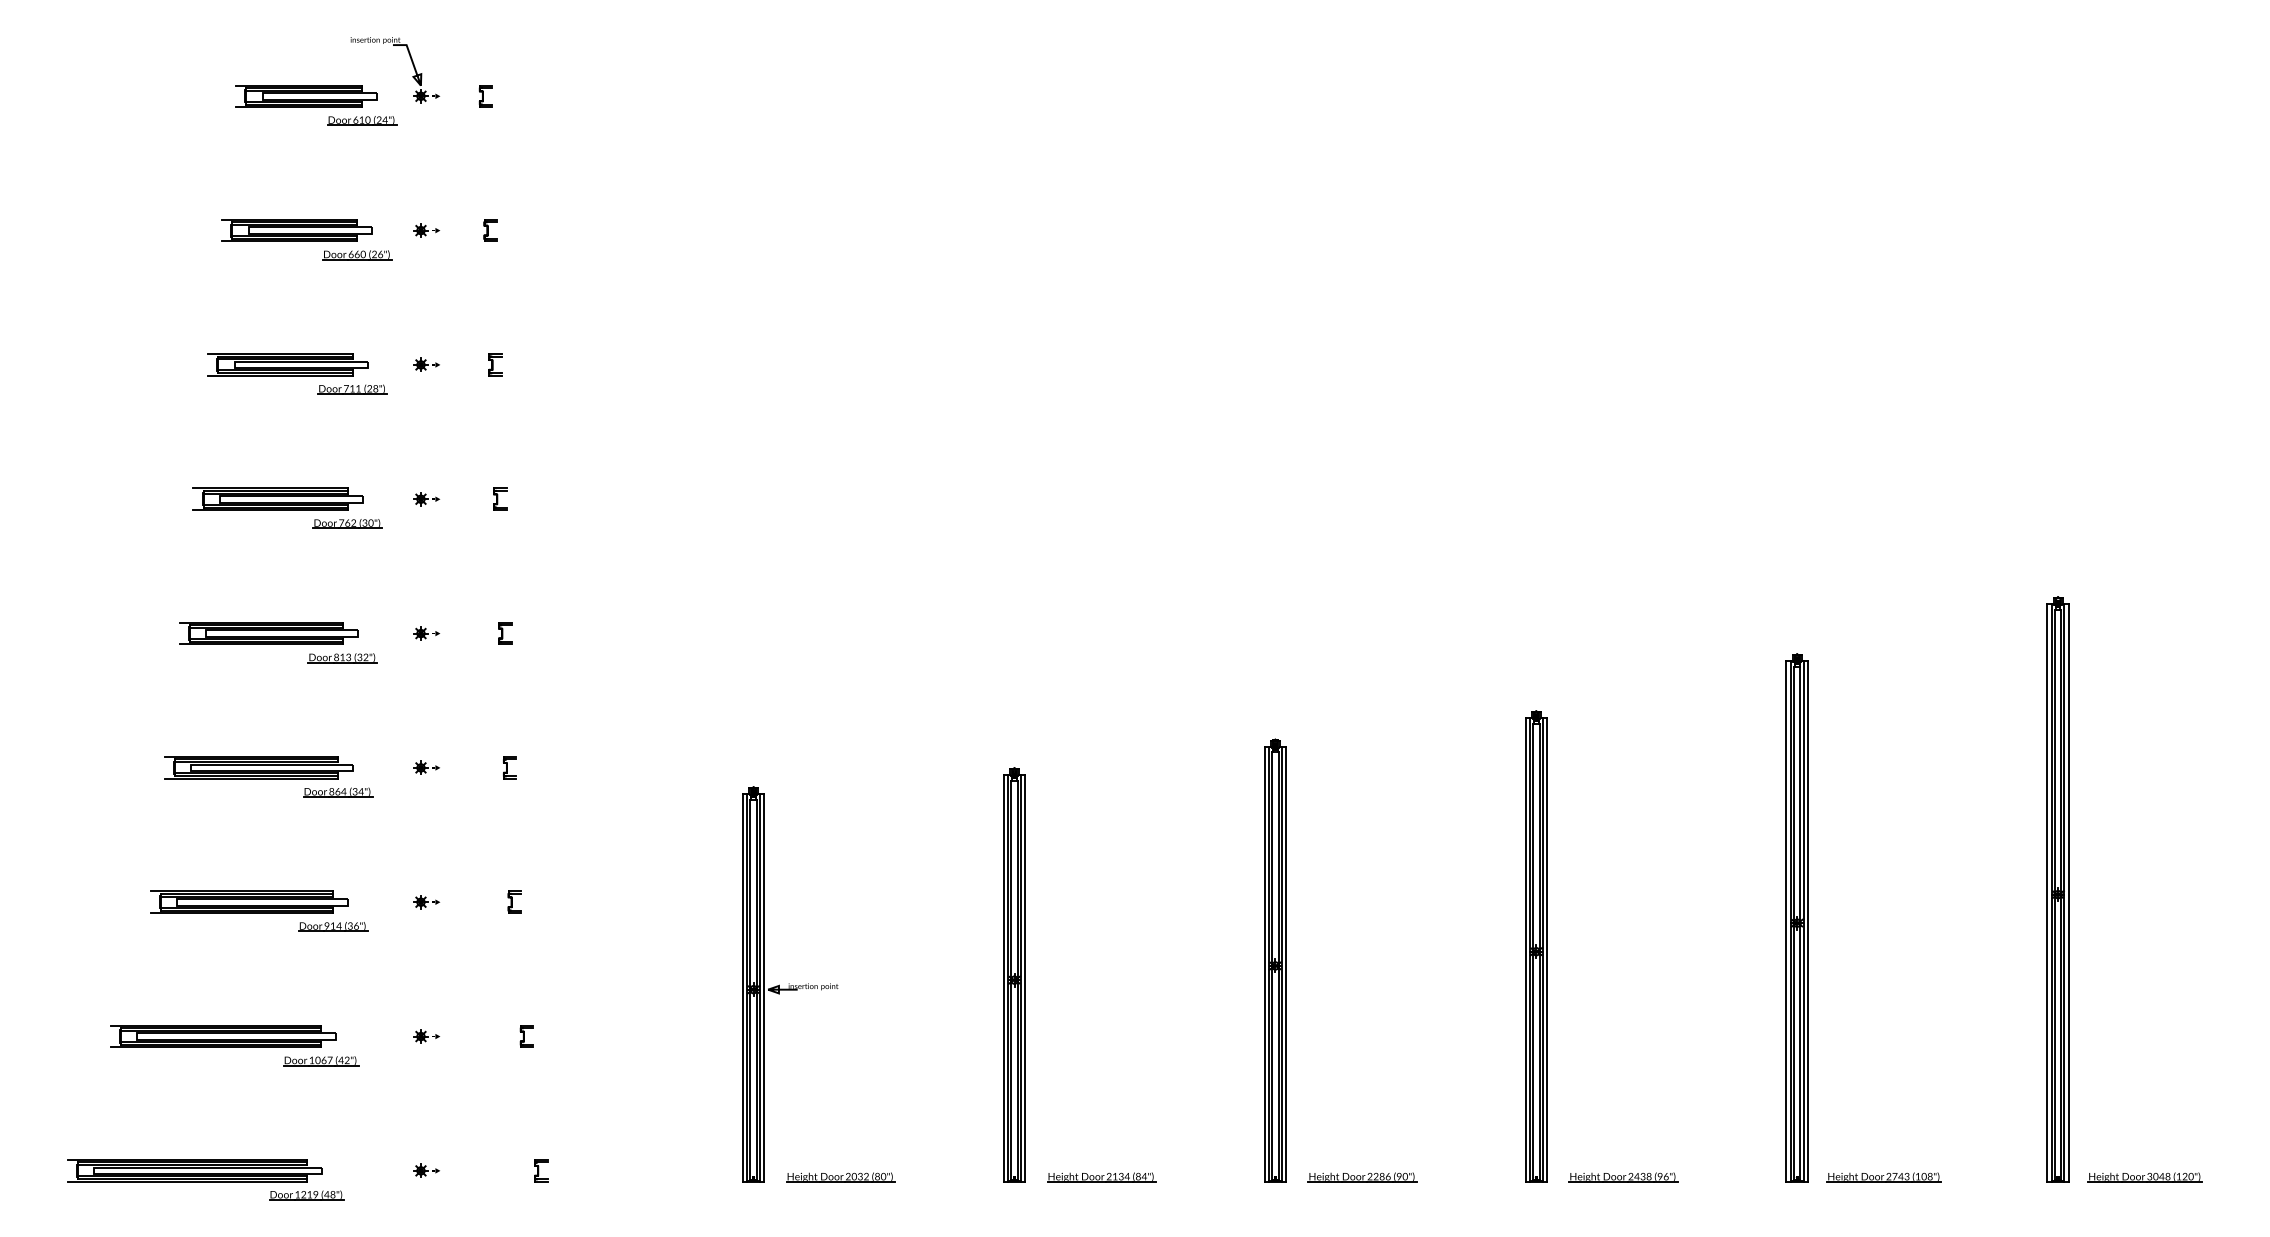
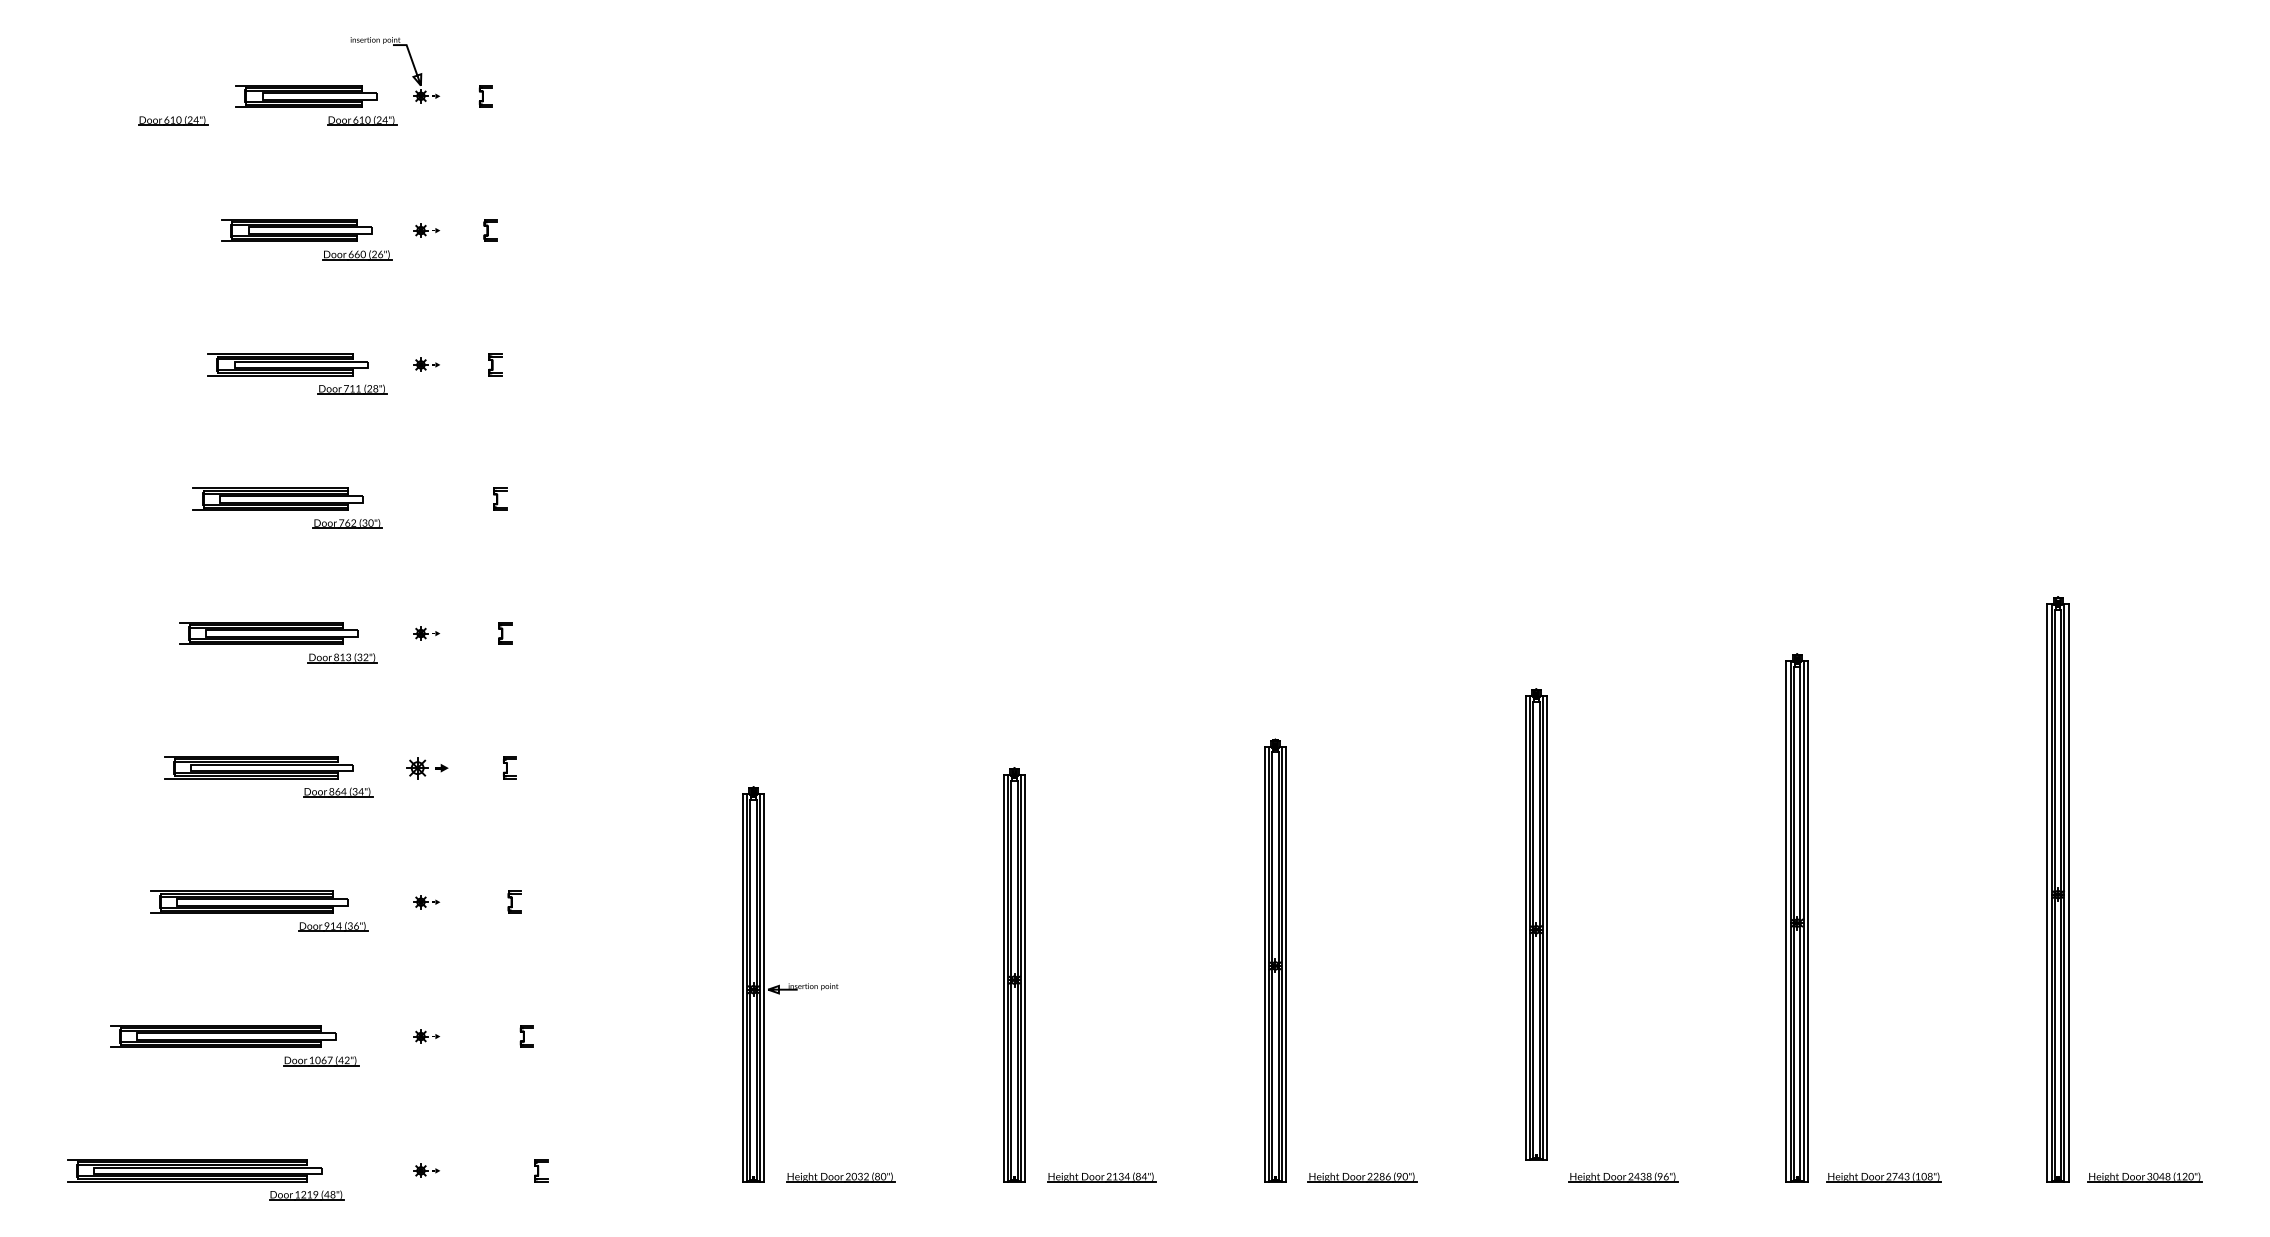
part at (173, 120): none -> present
part at (426, 499): present -> none
part at (426, 767) size: 27x15 px -> 43x23 px
part at (1536, 946) position: (1536, 946) -> (1536, 924)
